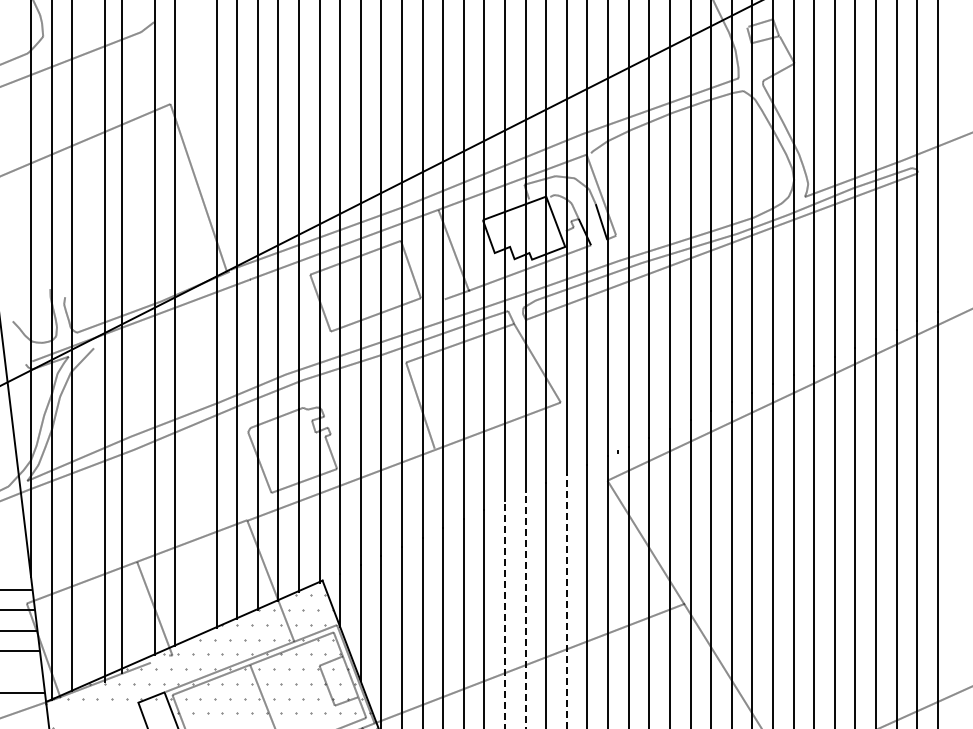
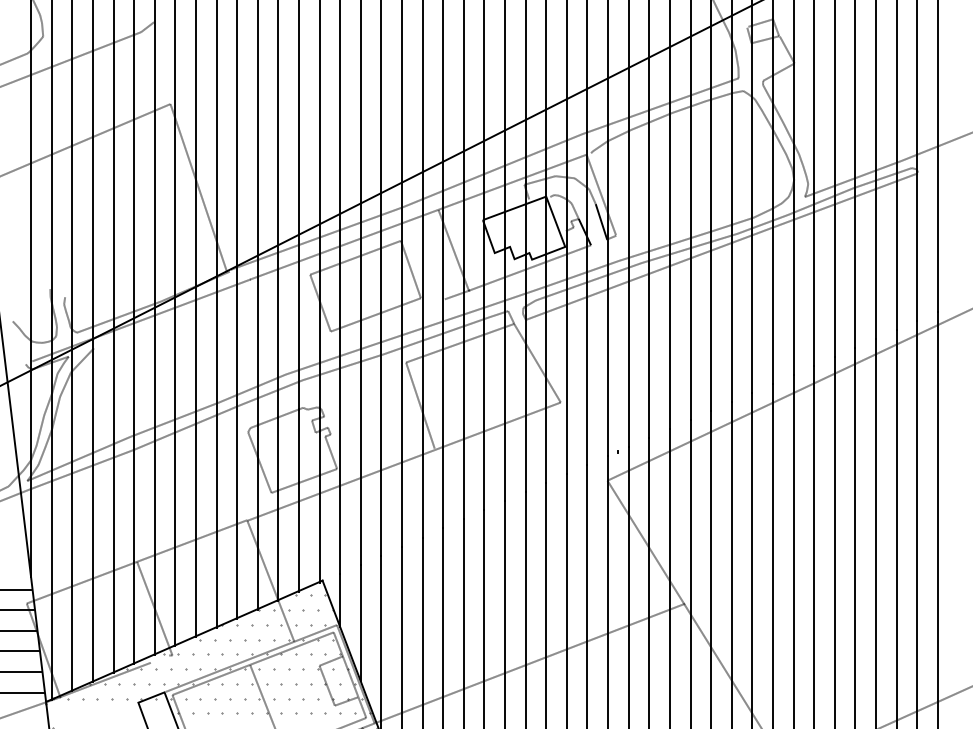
line at (195, 319): none -> present
line at (134, 332): none -> present
line at (121, 337) position: (121, 337) -> (113, 337)
line at (104, 341) position: (104, 341) -> (92, 341)
line at (566, 601): dashed -> solid
line at (525, 610): dashed -> solid
line at (505, 614): dashed -> solid
line at (21, 672): none -> present
